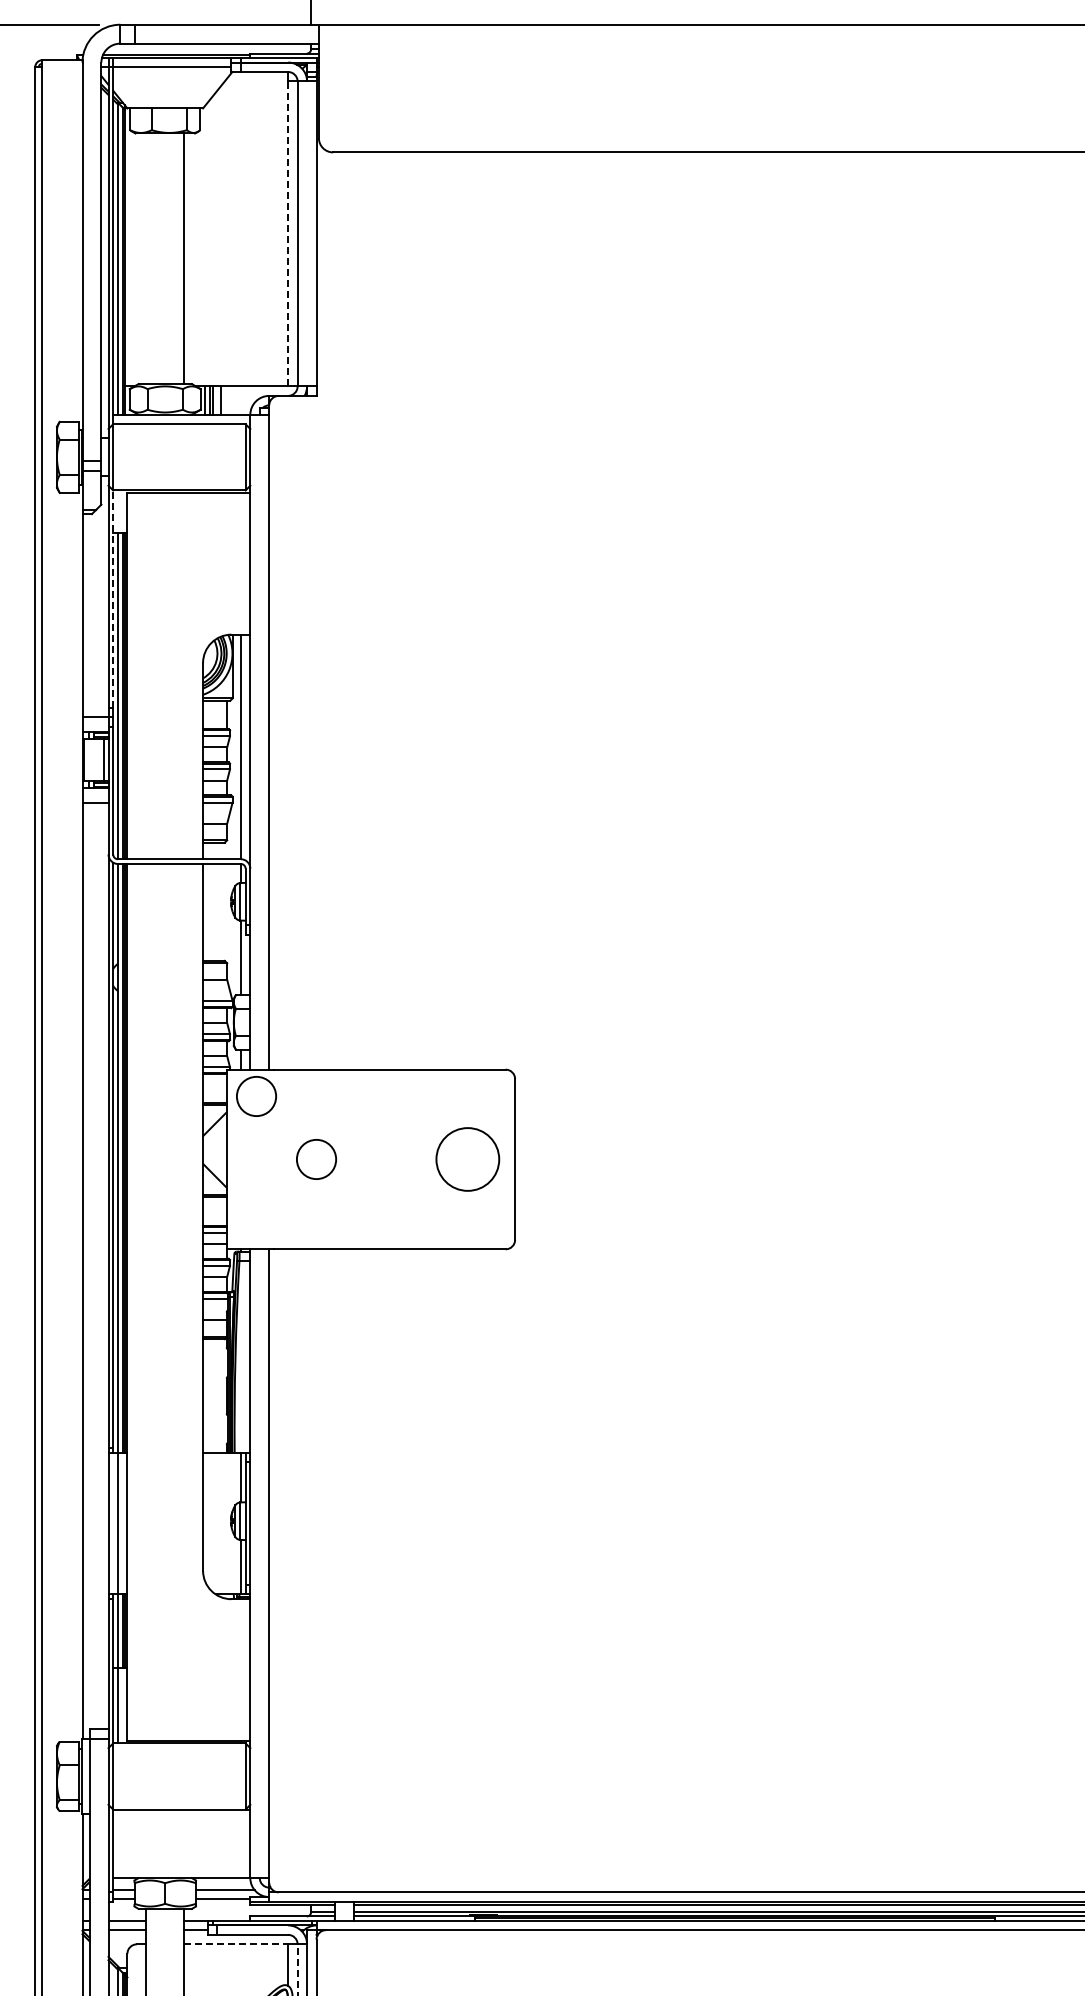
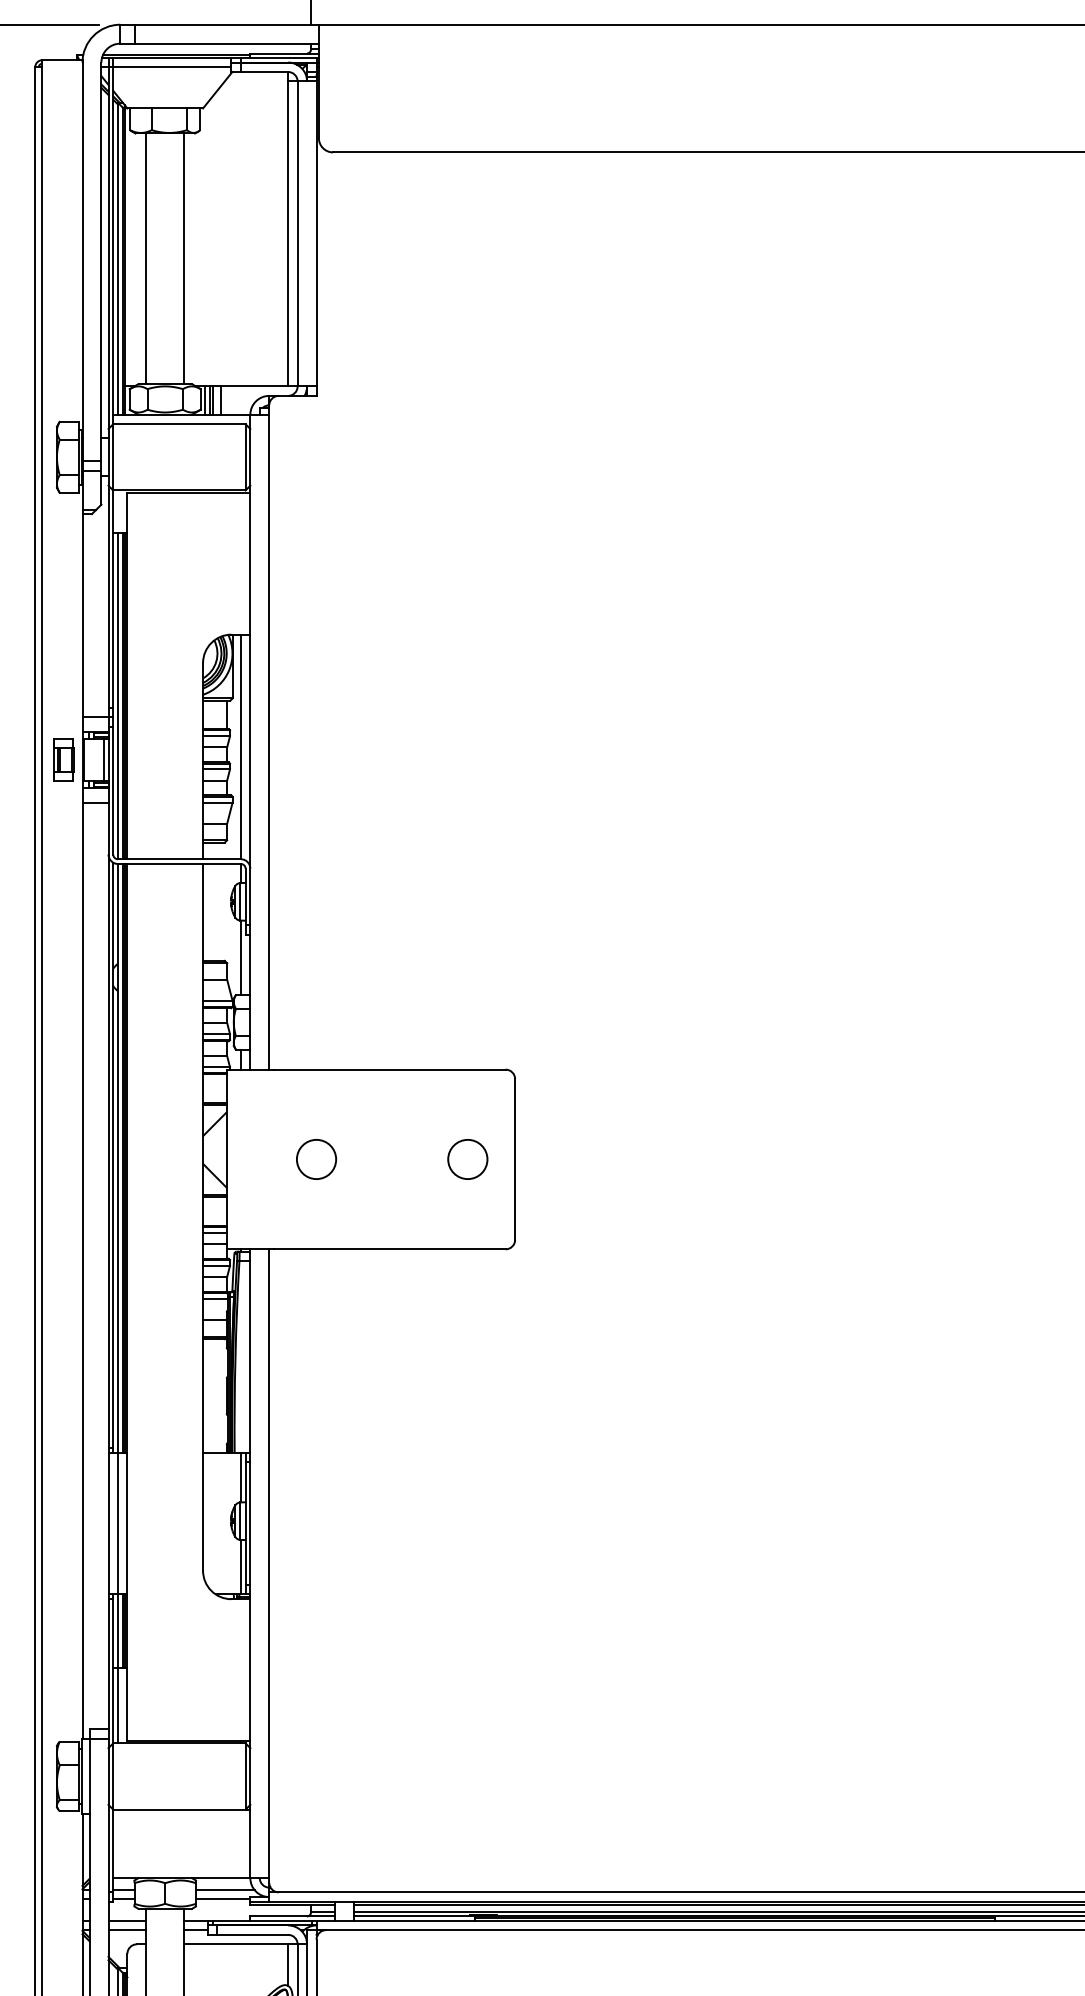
line at (288, 233): dashed -> solid
line at (146, 258): none -> present
line at (113, 599): dashed -> solid
part at (63, 759): none -> present
circle at (256, 1096): present -> none
circle at (467, 1159) diameter: 63 px -> 39 px
line at (236, 1944): dashed -> solid
line at (297, 1969): dashed -> solid
